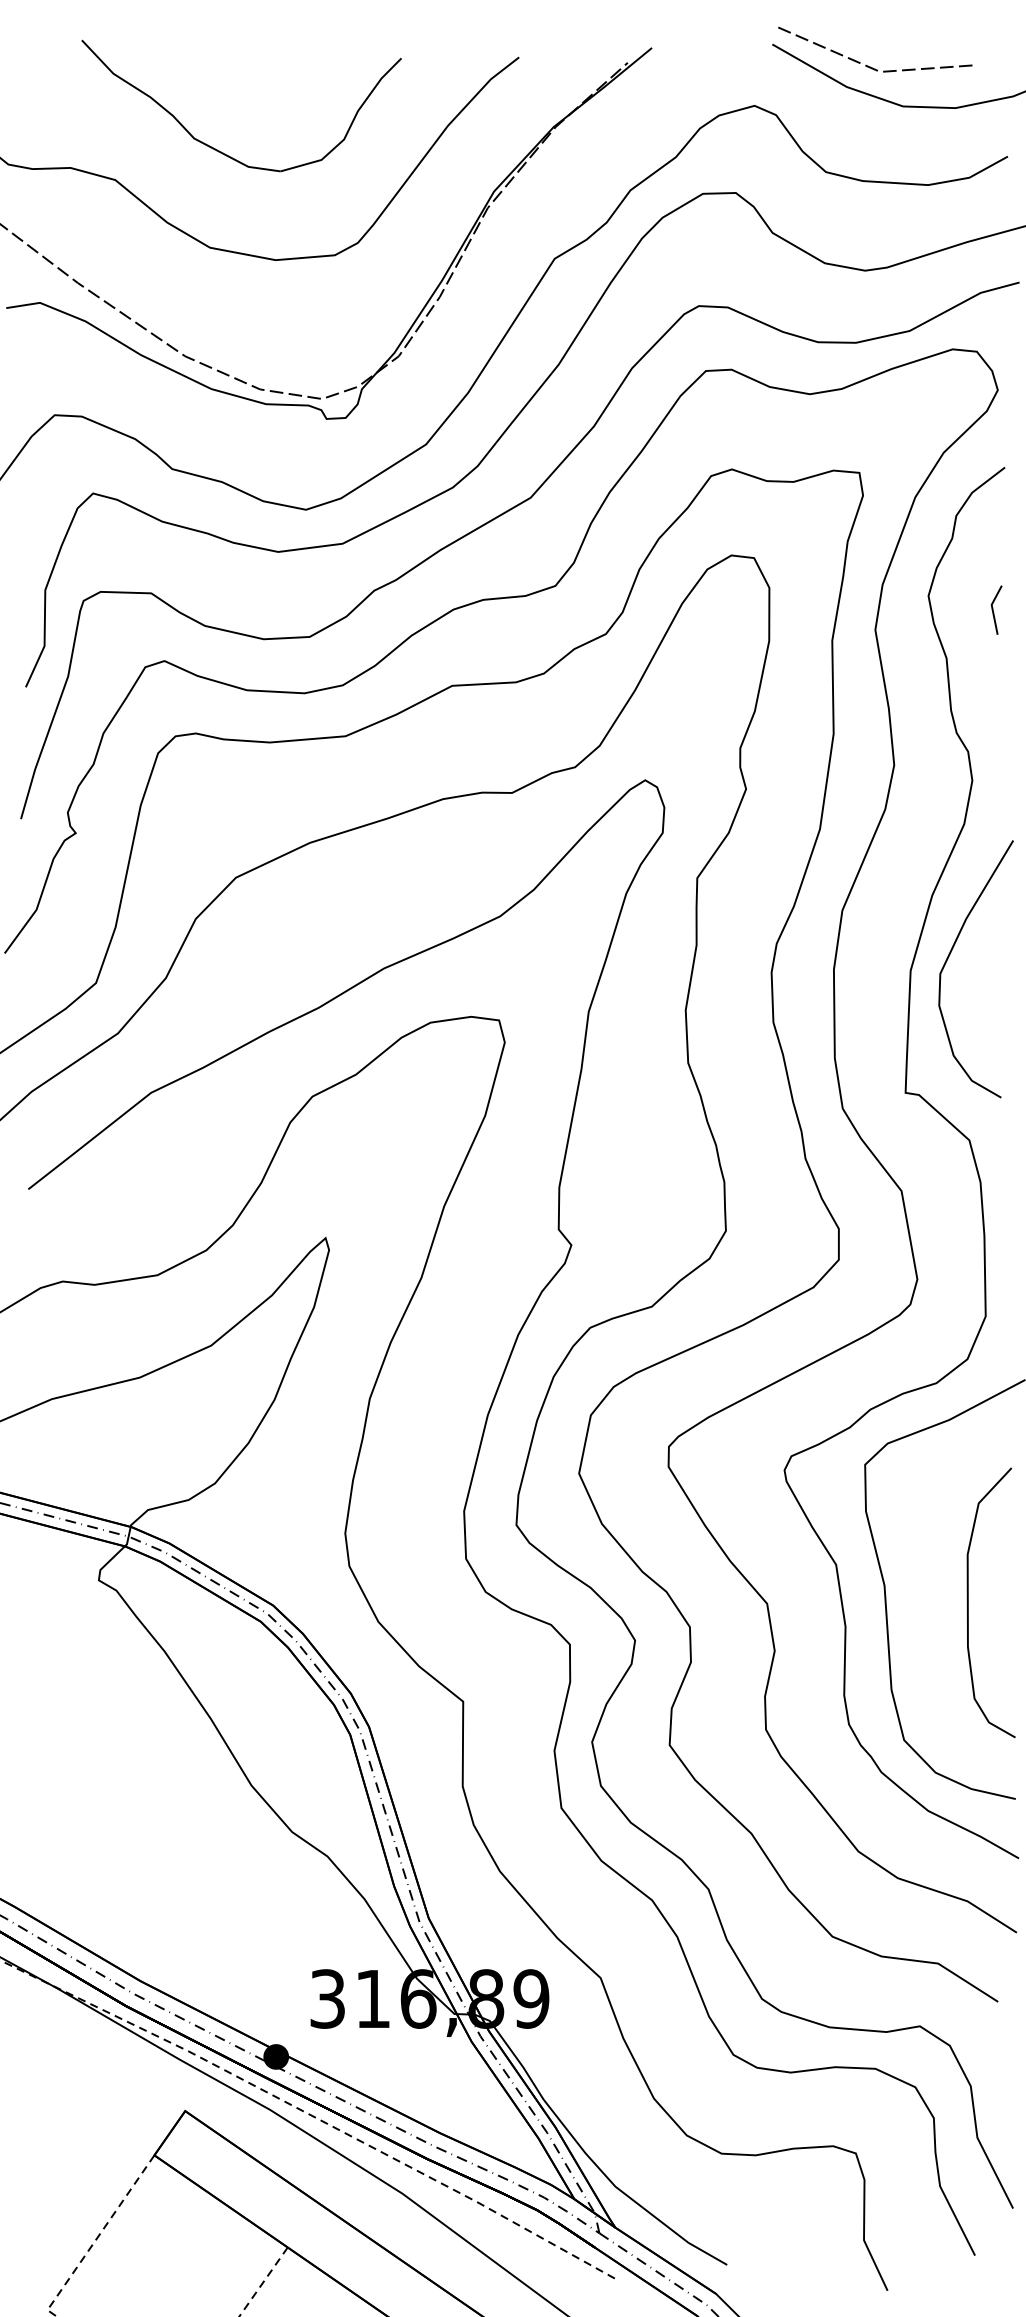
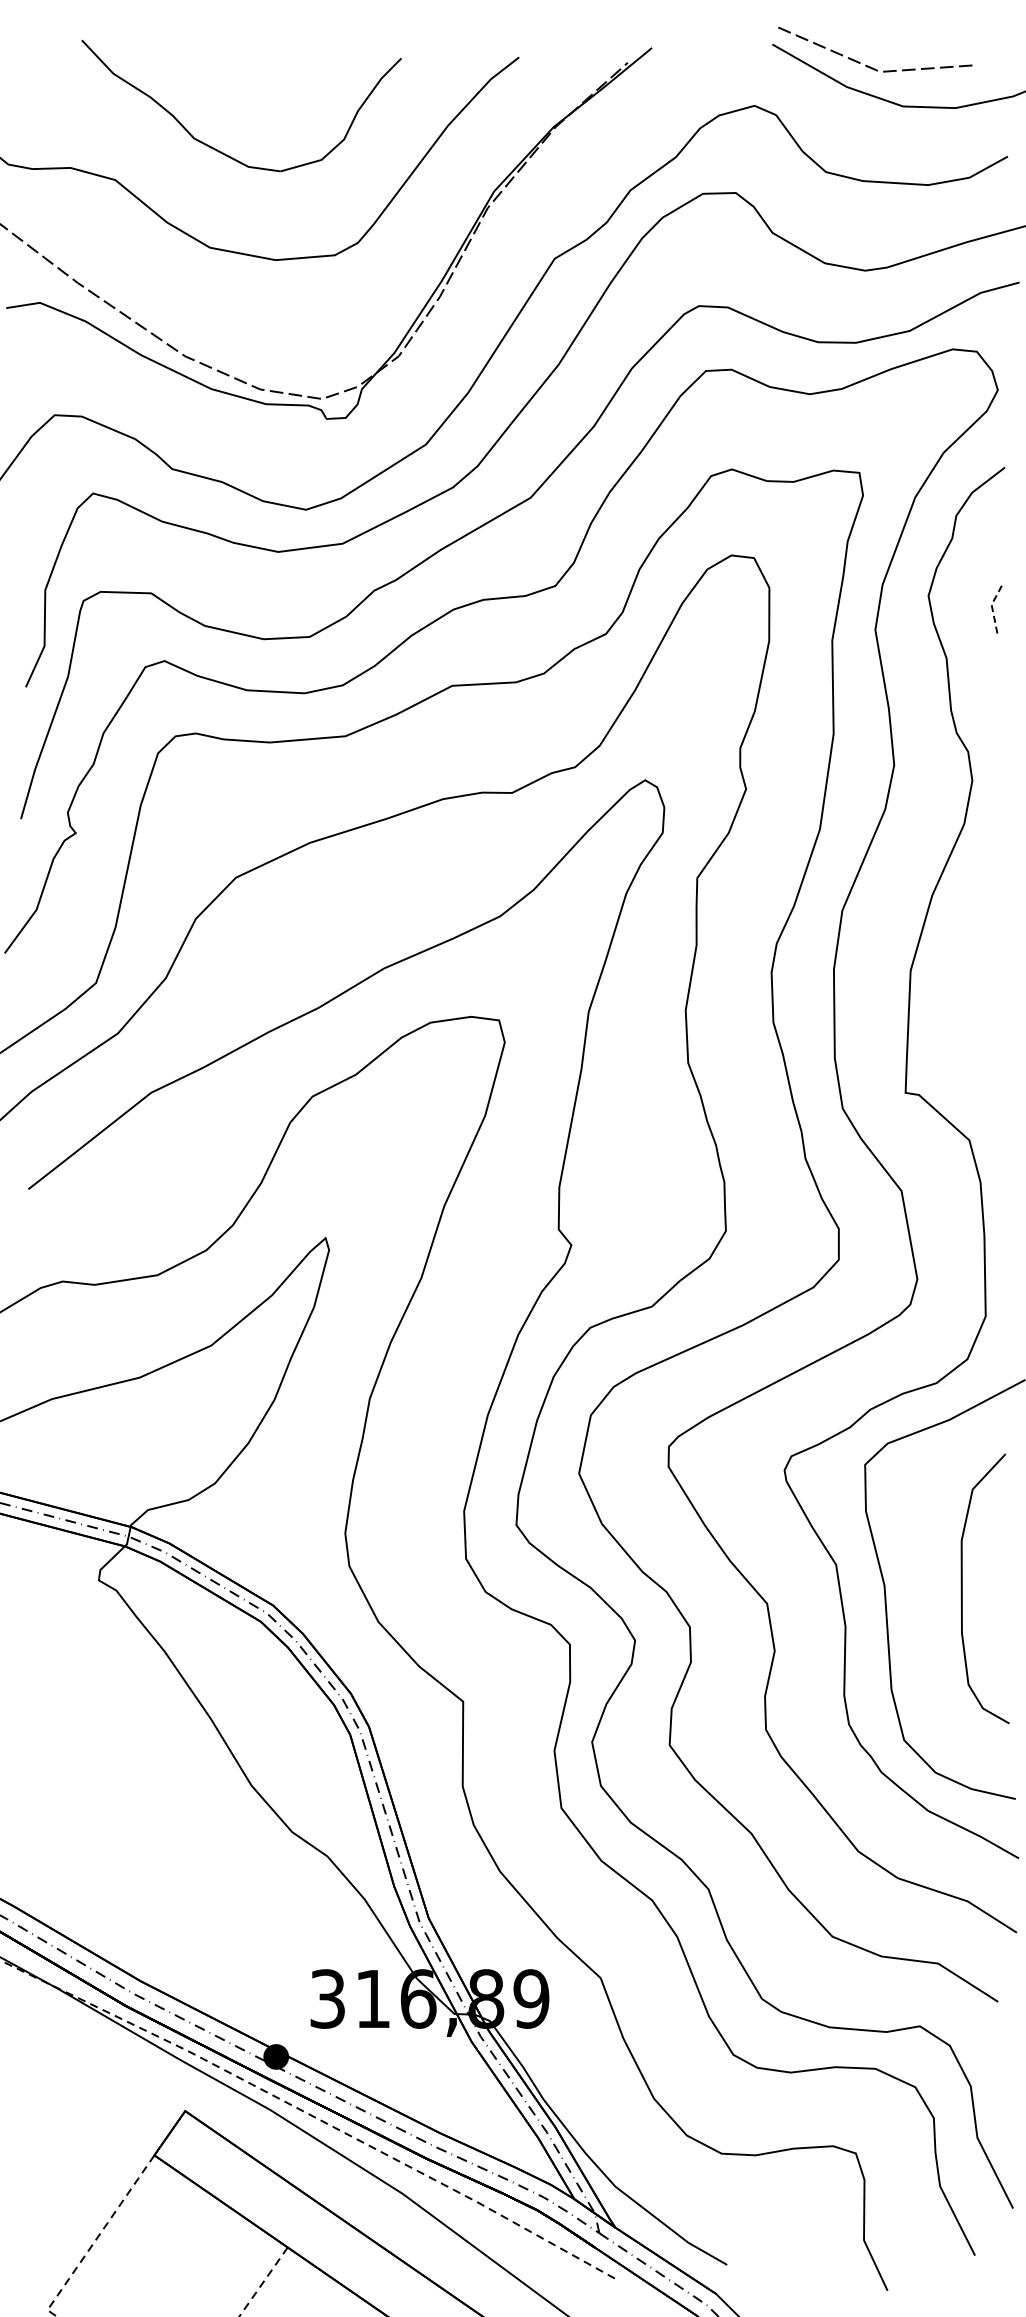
line at (992, 608): solid -> dashed
curve at (948, 959): present -> none
curve at (968, 1602) position: (968, 1602) -> (962, 1588)
